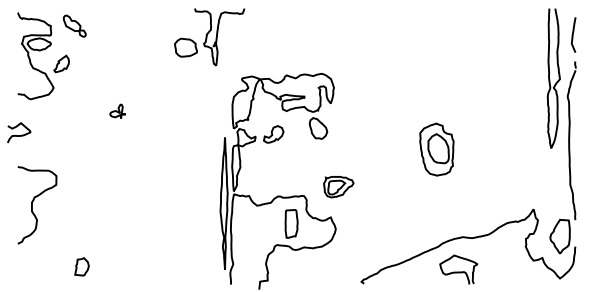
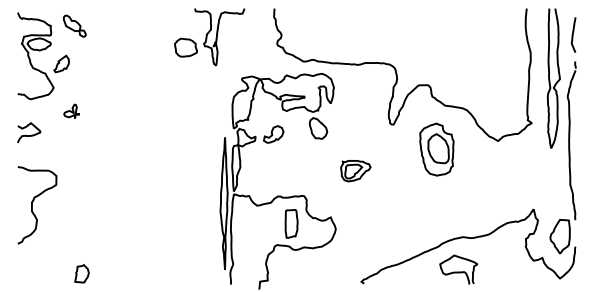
curve at (397, 74): none -> present
part at (117, 110) position: (117, 110) -> (71, 110)
curve at (21, 134) position: (21, 134) -> (31, 134)
part at (338, 187) position: (338, 187) -> (355, 171)
part at (81, 266) position: (81, 266) -> (81, 273)
